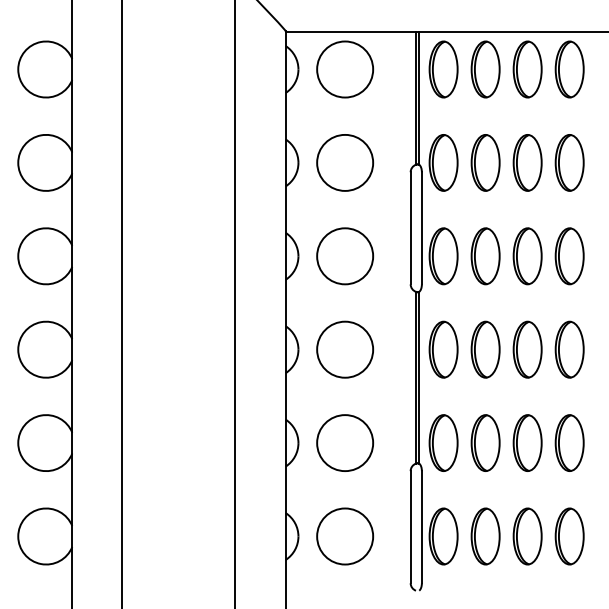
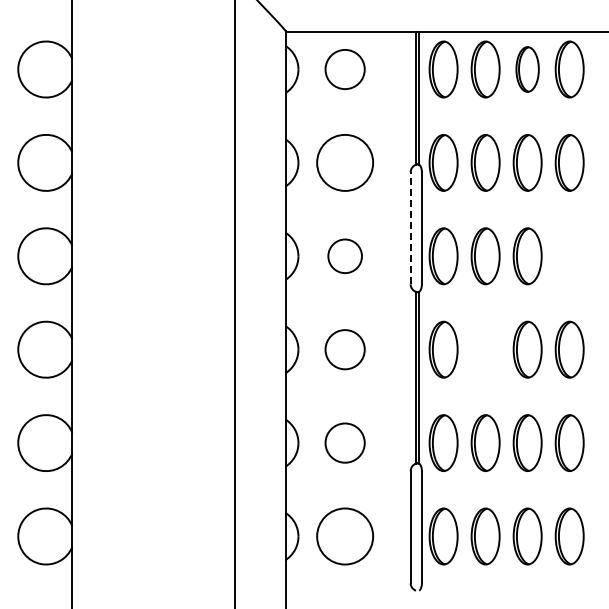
circle at (345, 69) diameter: 56 px -> 39 px
part at (527, 69) size: 31x59 px -> 25x47 px
line at (410, 227): solid -> dashed
circle at (345, 256) diameter: 56 px -> 34 px
part at (569, 256): present -> none
line at (121, 303): present -> none
circle at (345, 349) diameter: 56 px -> 39 px
part at (485, 349): present -> none
circle at (345, 443) diameter: 56 px -> 39 px
